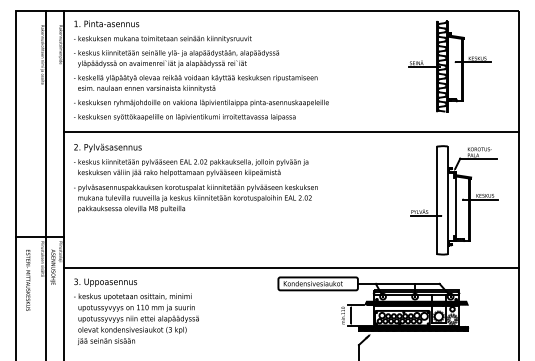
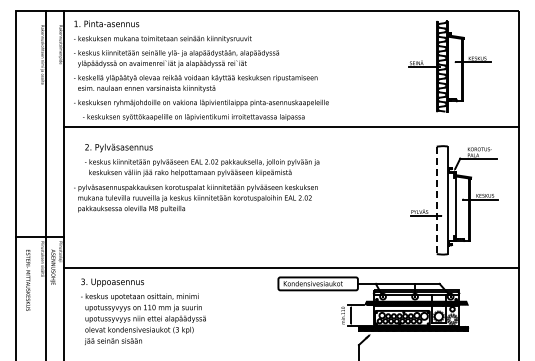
text at (184, 117) position: (184, 117) -> (193, 117)
line at (291, 131) position: (291, 131) -> (291, 126)
text at (191, 159) position: (191, 159) -> (202, 159)
line at (436, 200): solid -> dashed
text at (136, 311) position: (136, 311) -> (143, 311)
